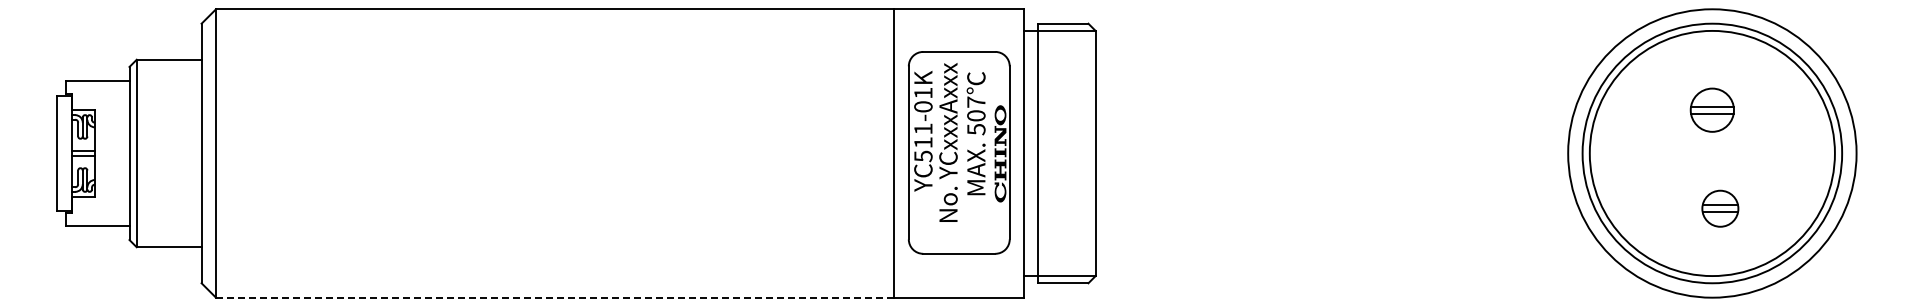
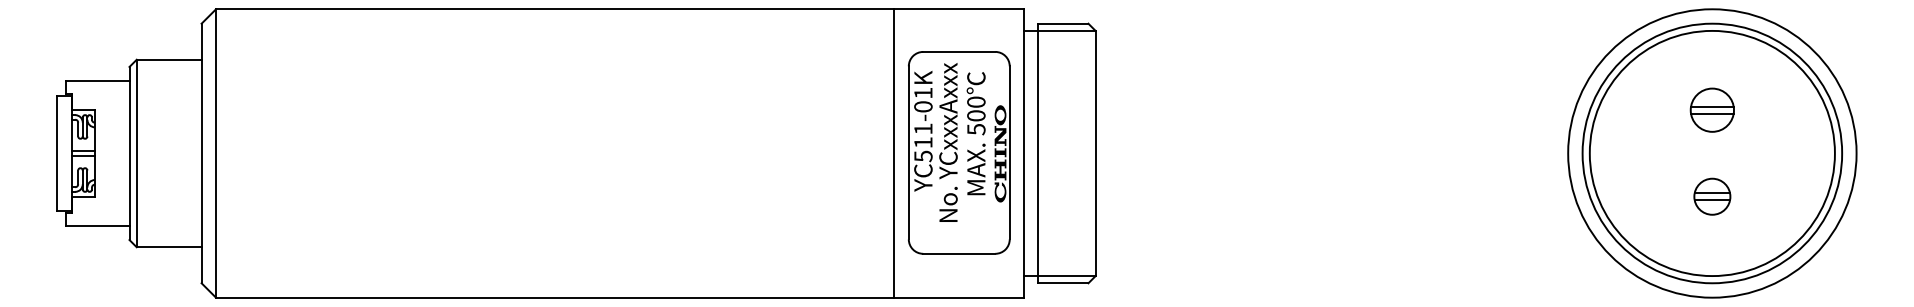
text at (976, 101): 507 -> 500
part at (1720, 208) position: (1720, 208) -> (1712, 196)
line at (554, 297): dashed -> solid
